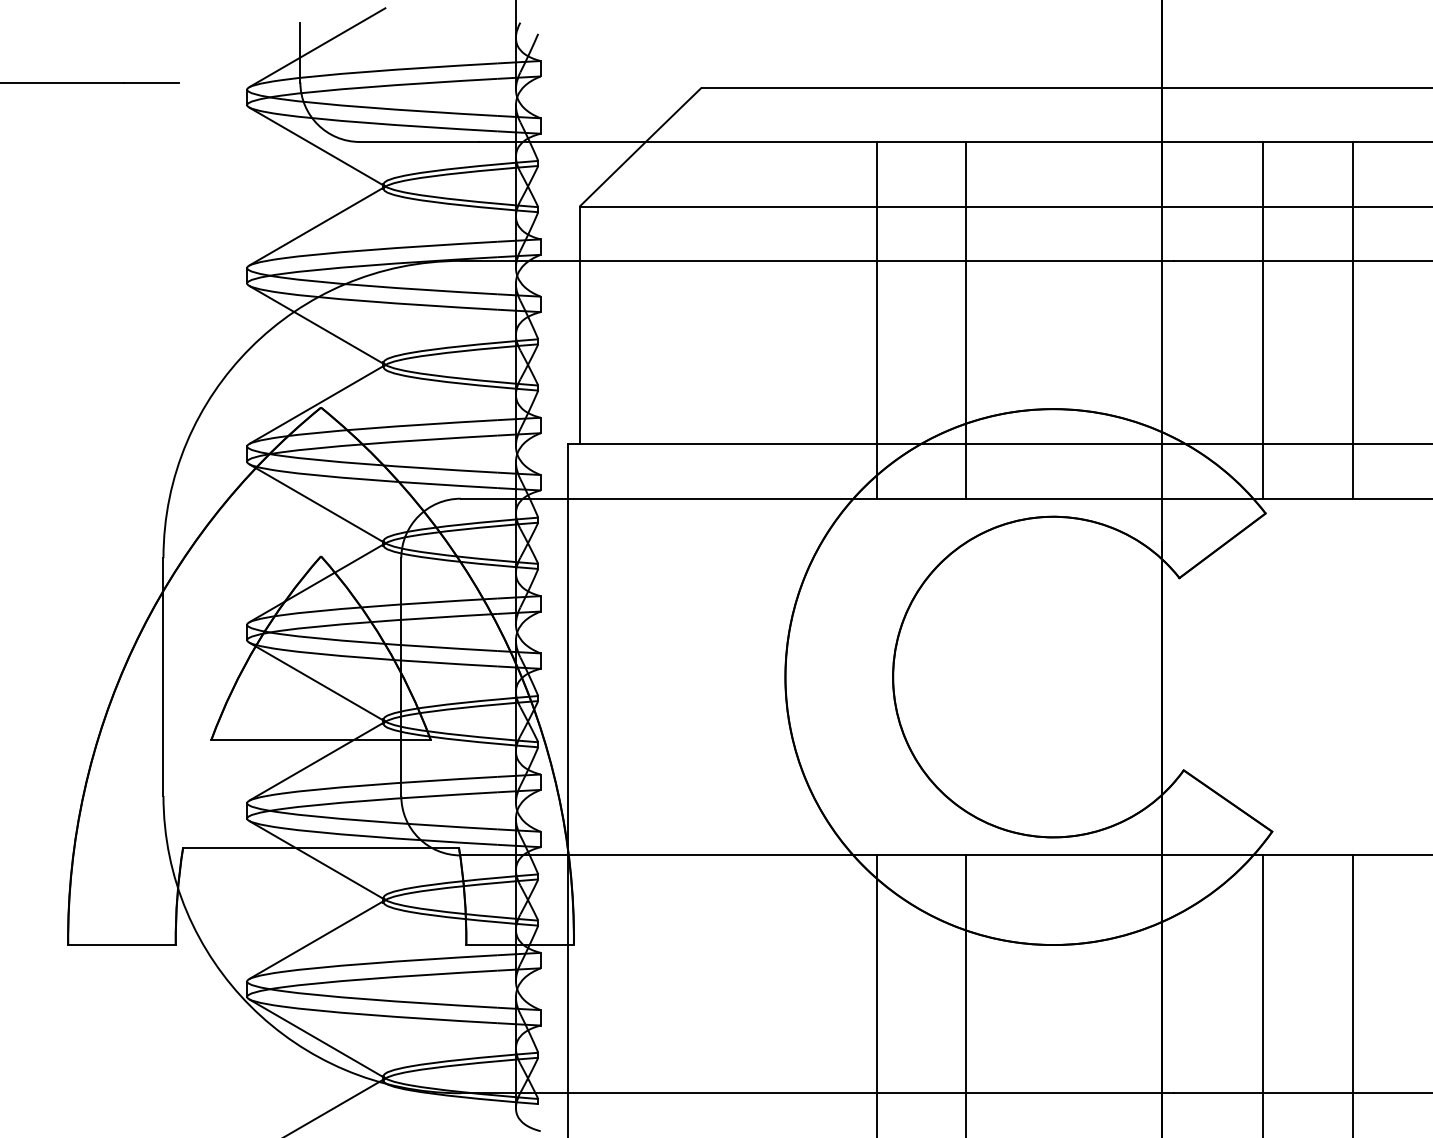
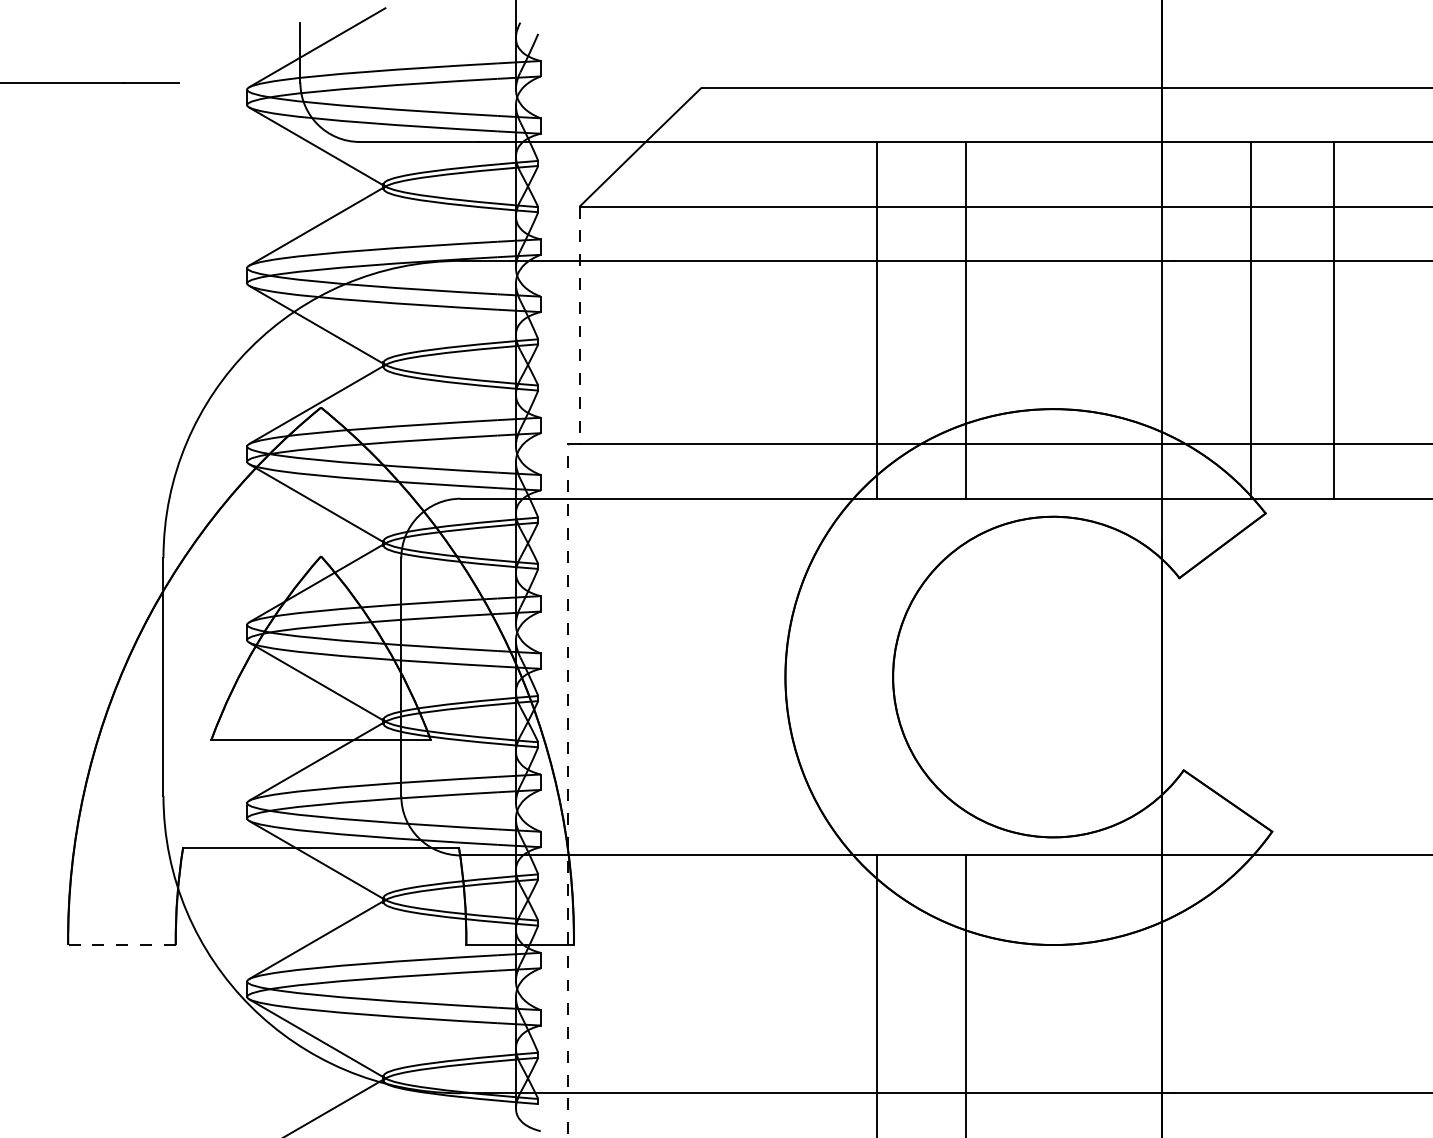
line at (1263, 319) position: (1263, 319) -> (1251, 319)
line at (1352, 319) position: (1352, 319) -> (1333, 319)
line at (579, 325): solid -> dashed
line at (567, 790): solid -> dashed
line at (121, 945): solid -> dashed
line at (1263, 994): present -> none
line at (1352, 994): present -> none
